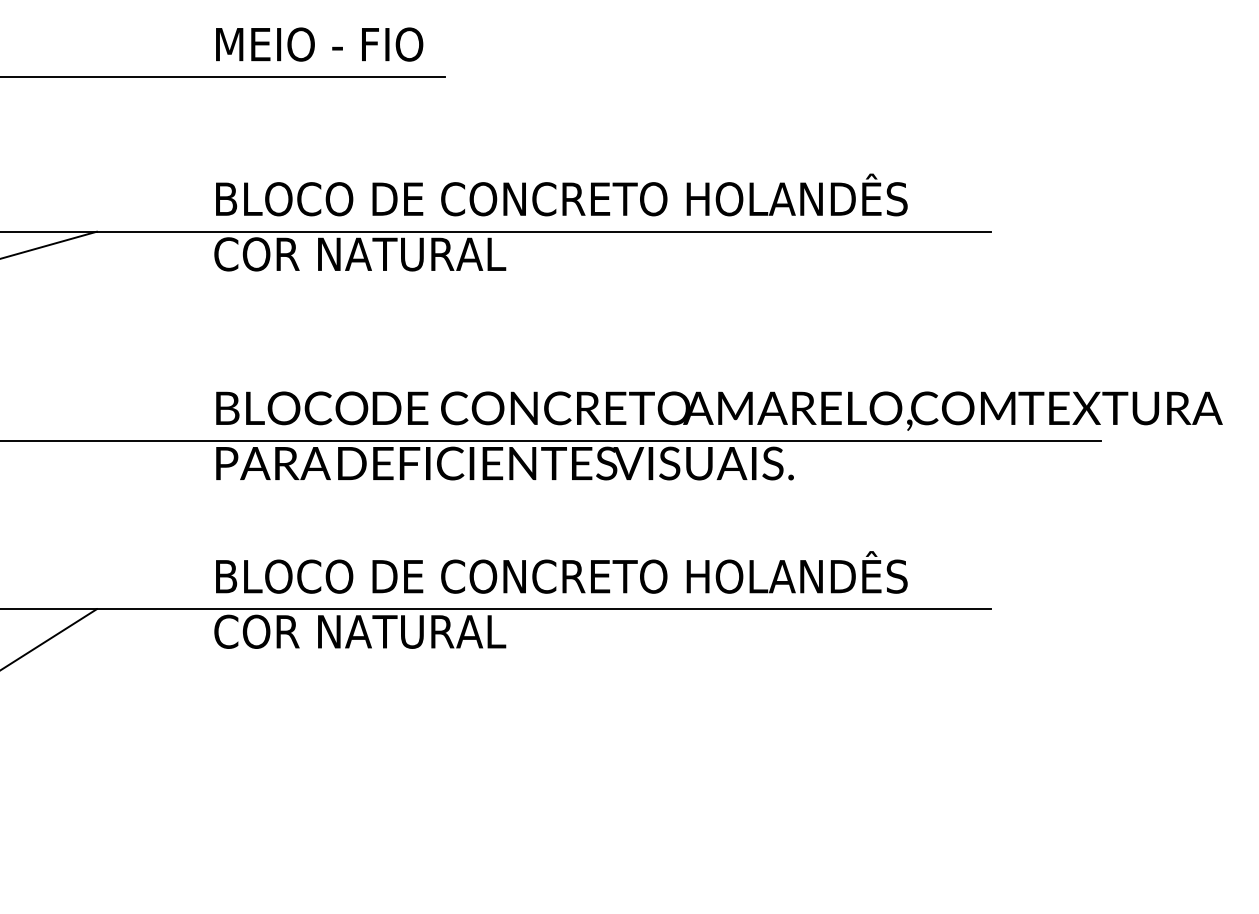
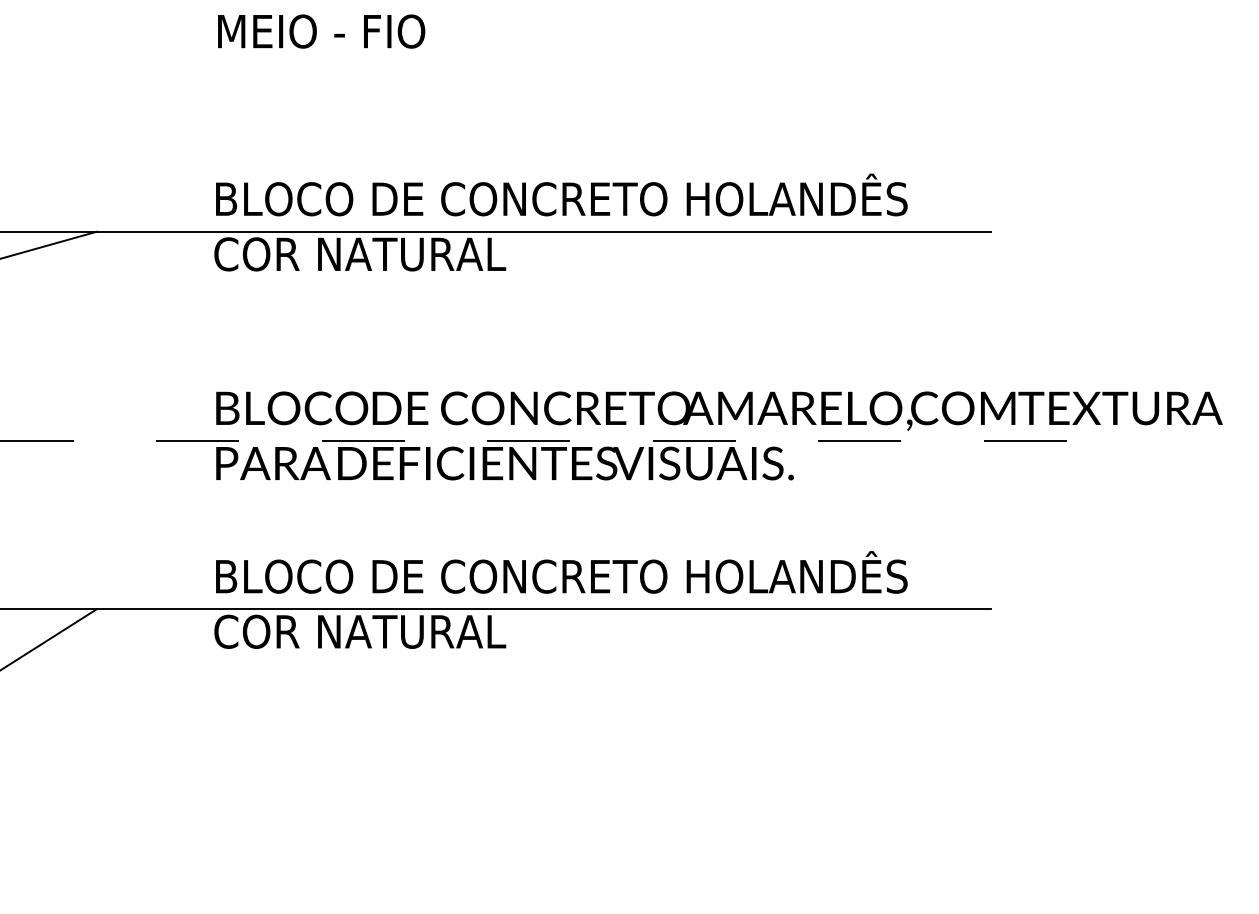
text at (319, 44) position: (319, 44) -> (321, 31)
line at (223, 77): present -> none
line at (550, 440): solid -> dashed
